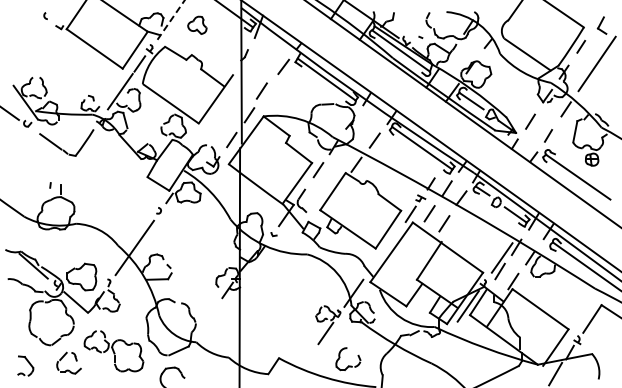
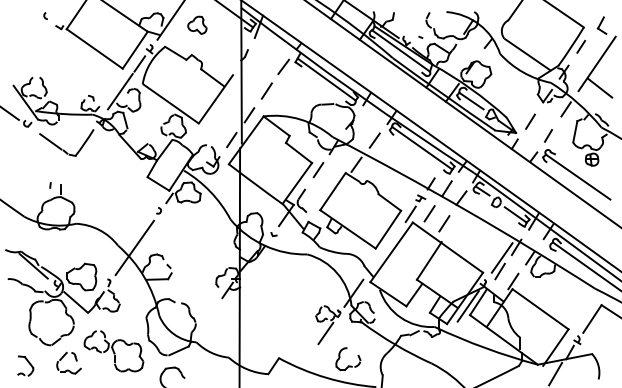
line at (171, 20): dashed -> solid
line at (600, 87): none -> present
line at (261, 90) position: (261, 90) -> (266, 90)
